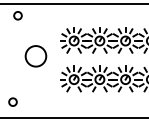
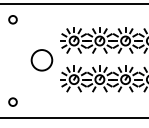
circle at (17, 15) position: (17, 15) -> (12, 19)
circle at (35, 56) position: (35, 56) -> (41, 60)
